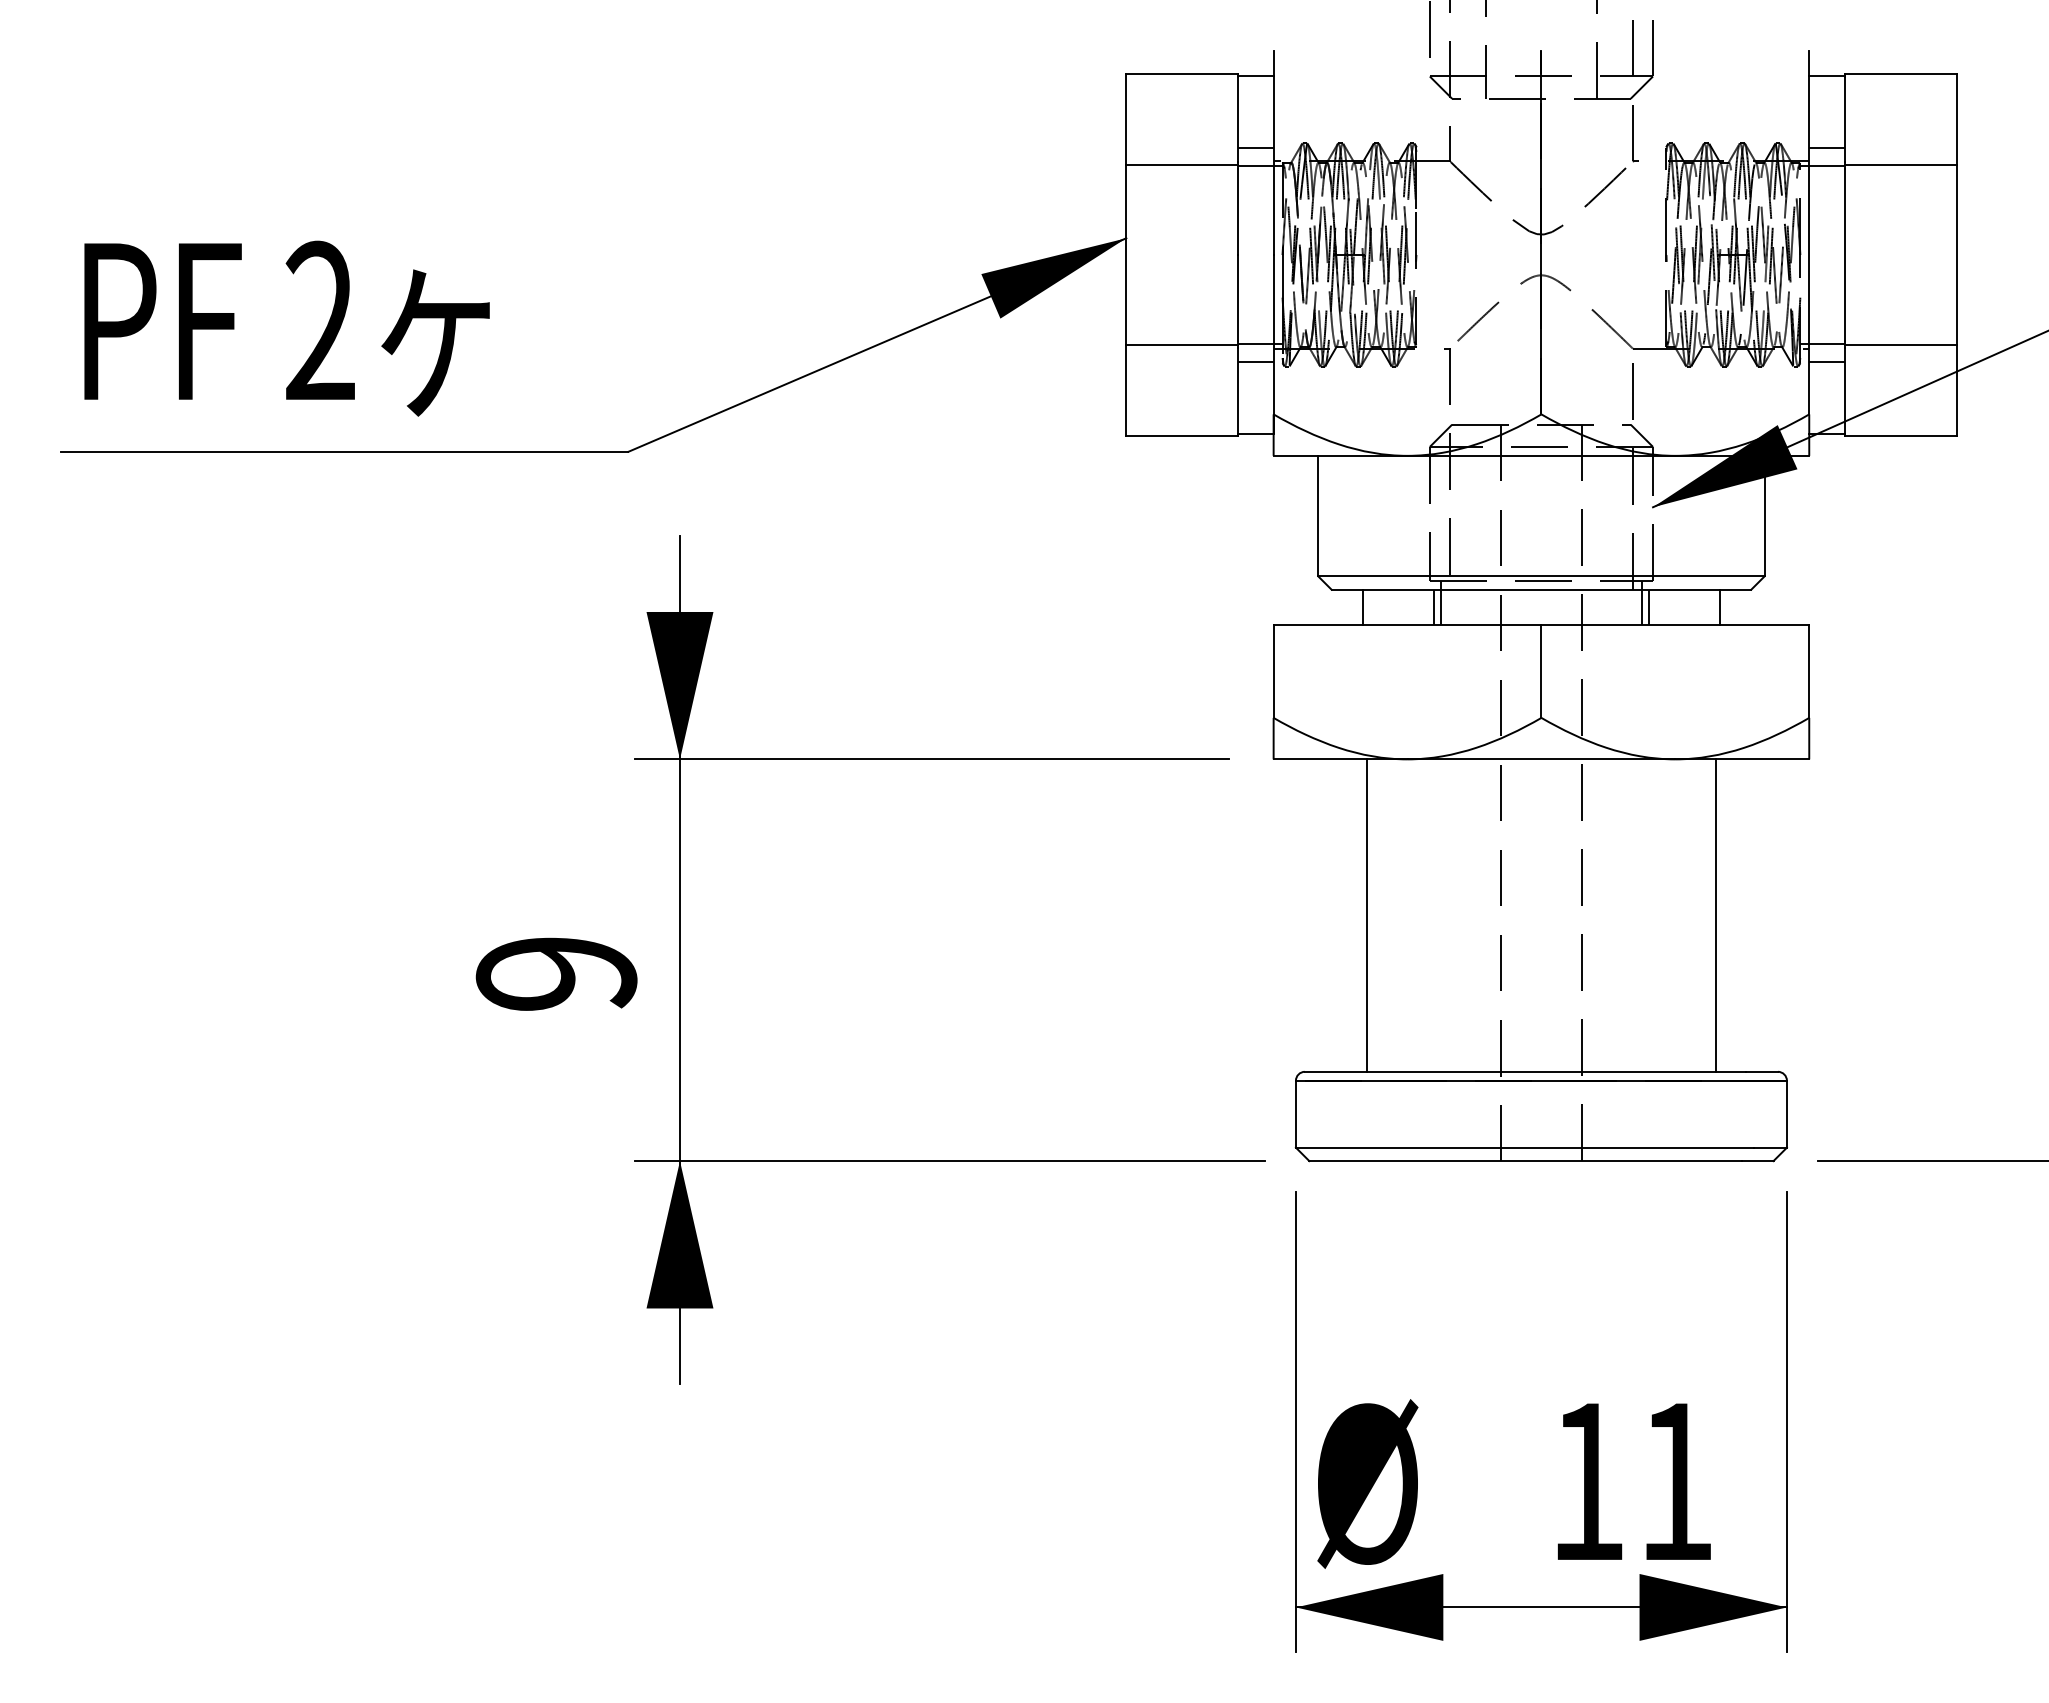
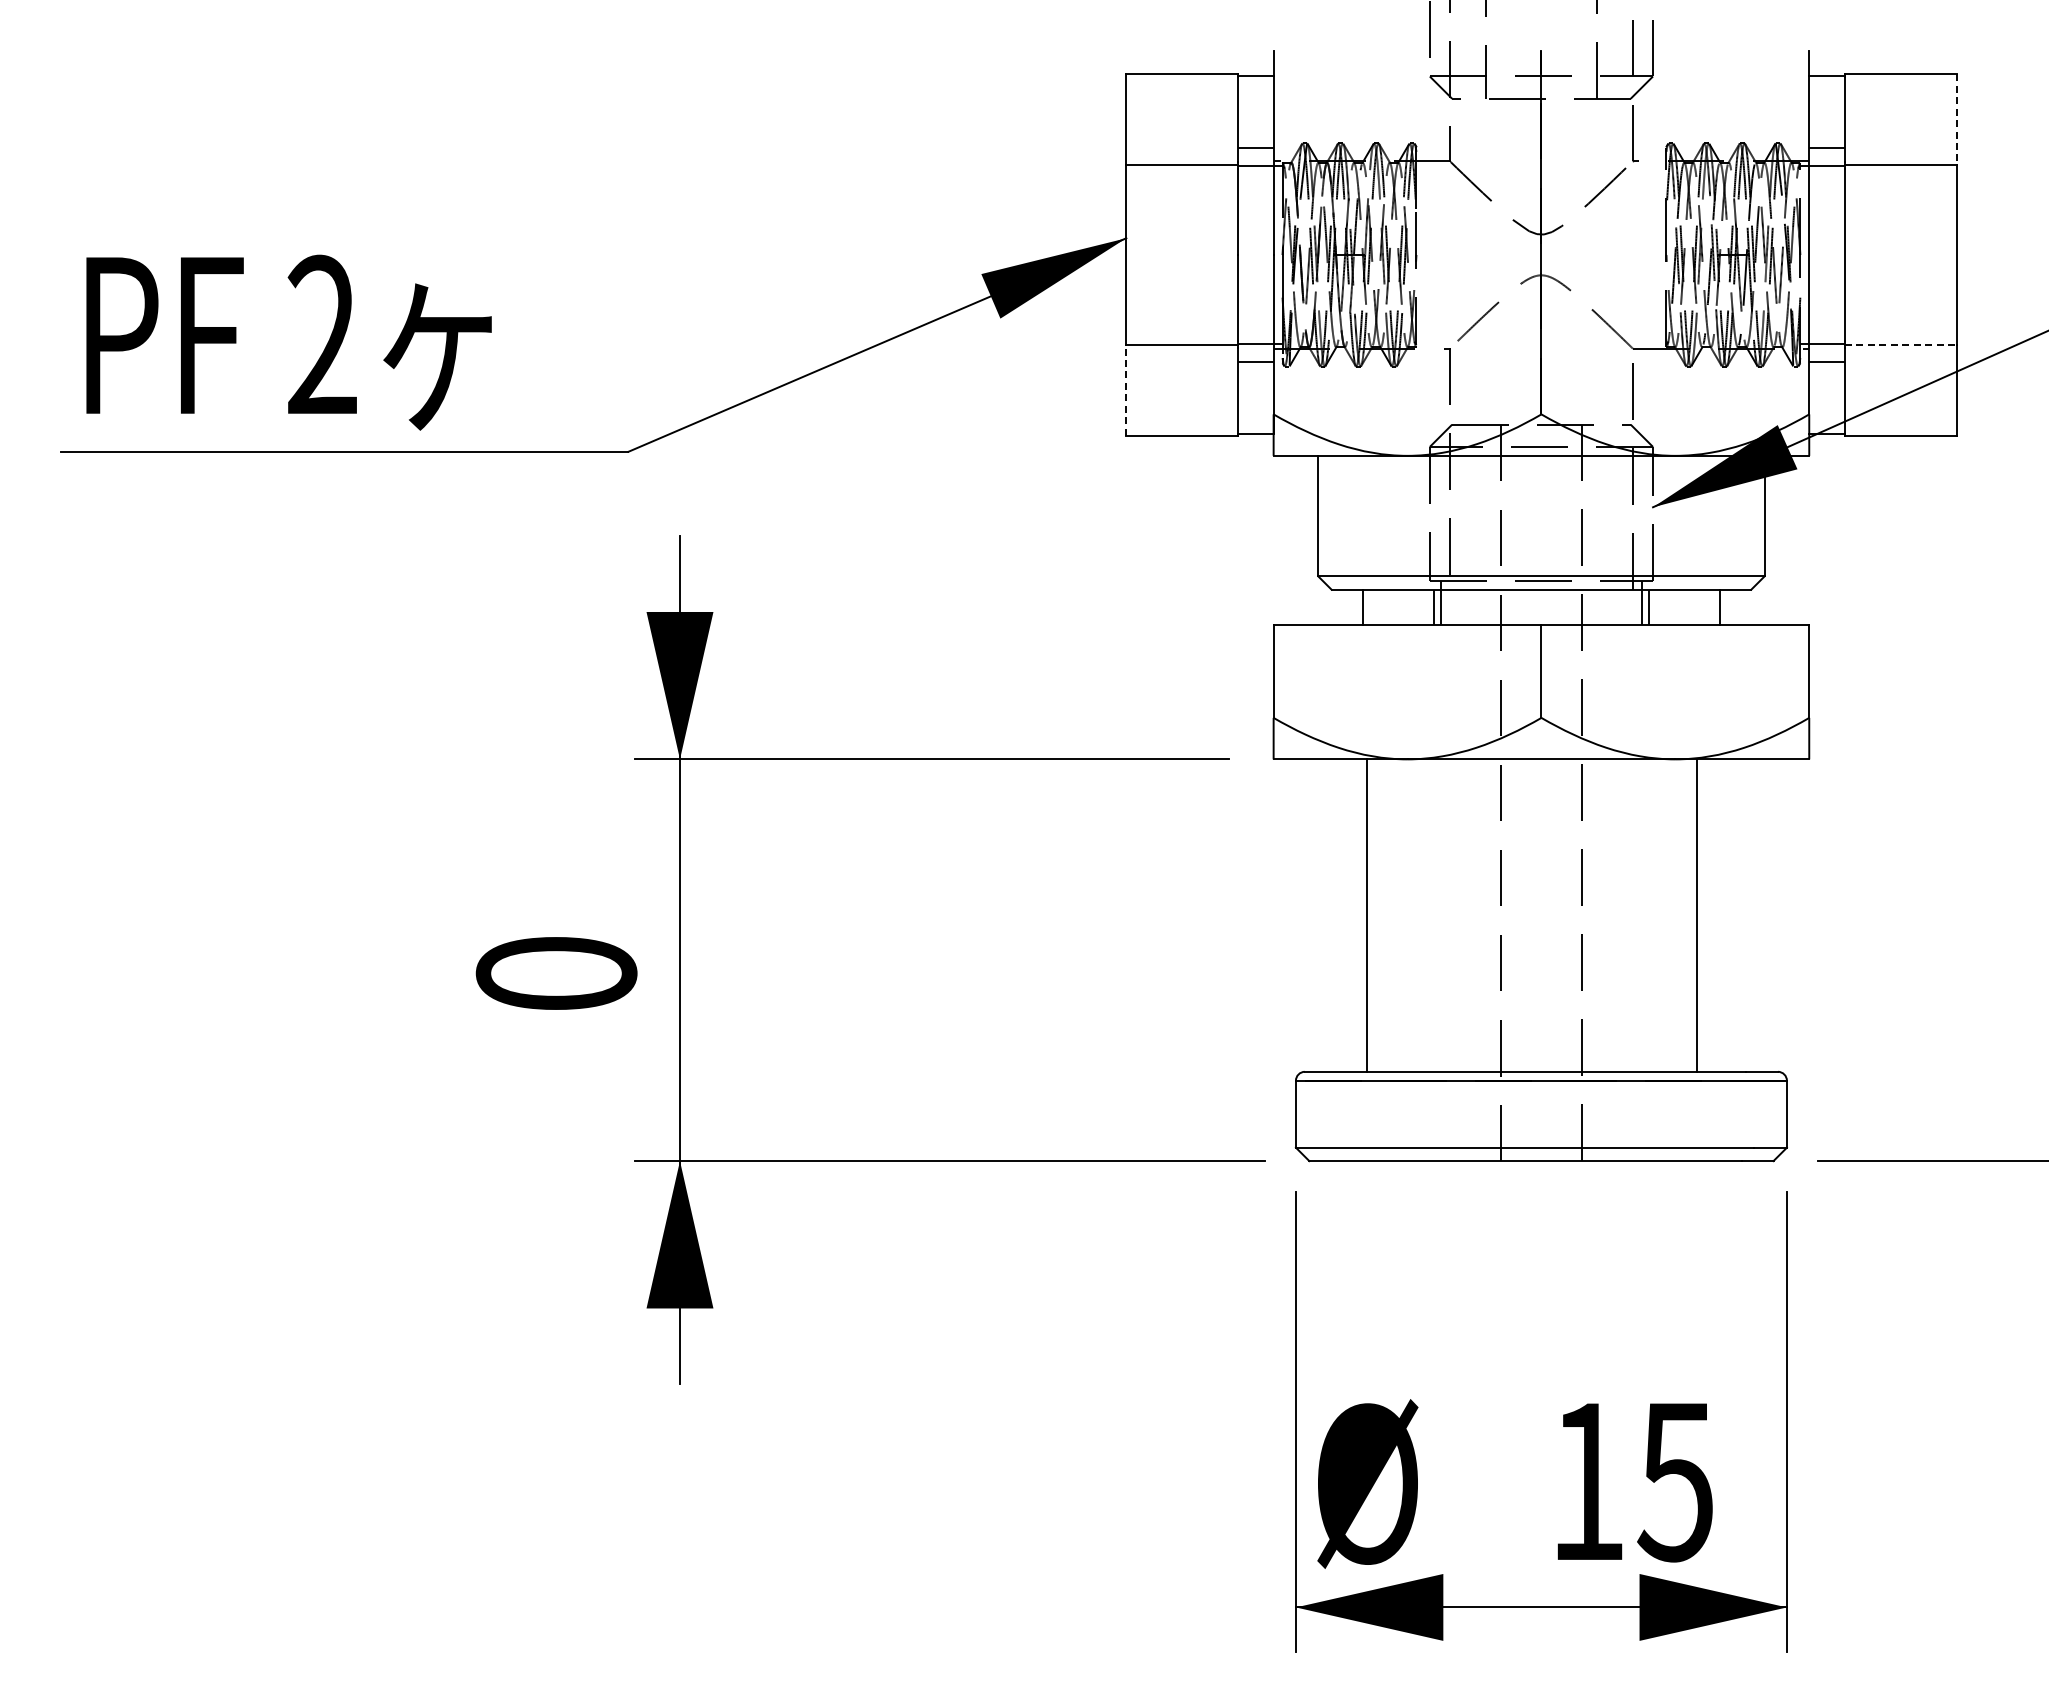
line at (1956, 119): solid -> dashed
text at (286, 328) position: (286, 328) -> (288, 342)
line at (1900, 345): solid -> dashed
line at (1126, 390): solid -> dashed
line at (1715, 915) position: (1715, 915) -> (1696, 915)
text at (556, 973): 9 -> 0
text at (1674, 1482): 11 -> 15
